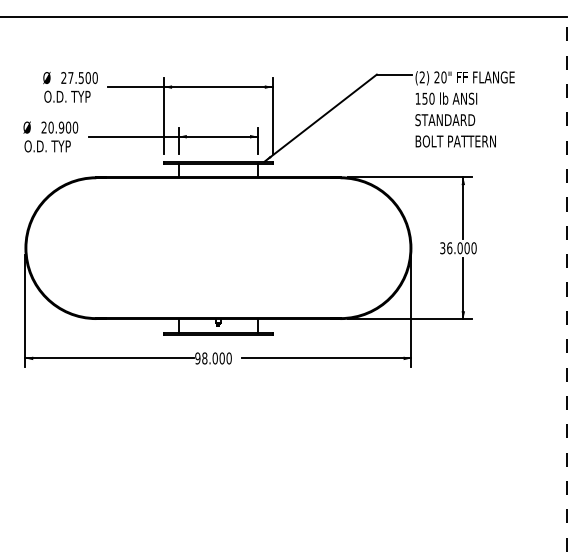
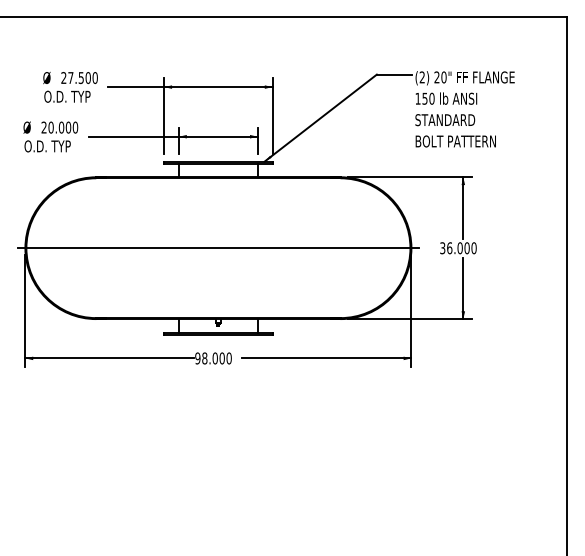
text at (61, 127): 20.900 -> 20.000
line at (218, 248): none -> present
line at (567, 285): dashed -> solid
